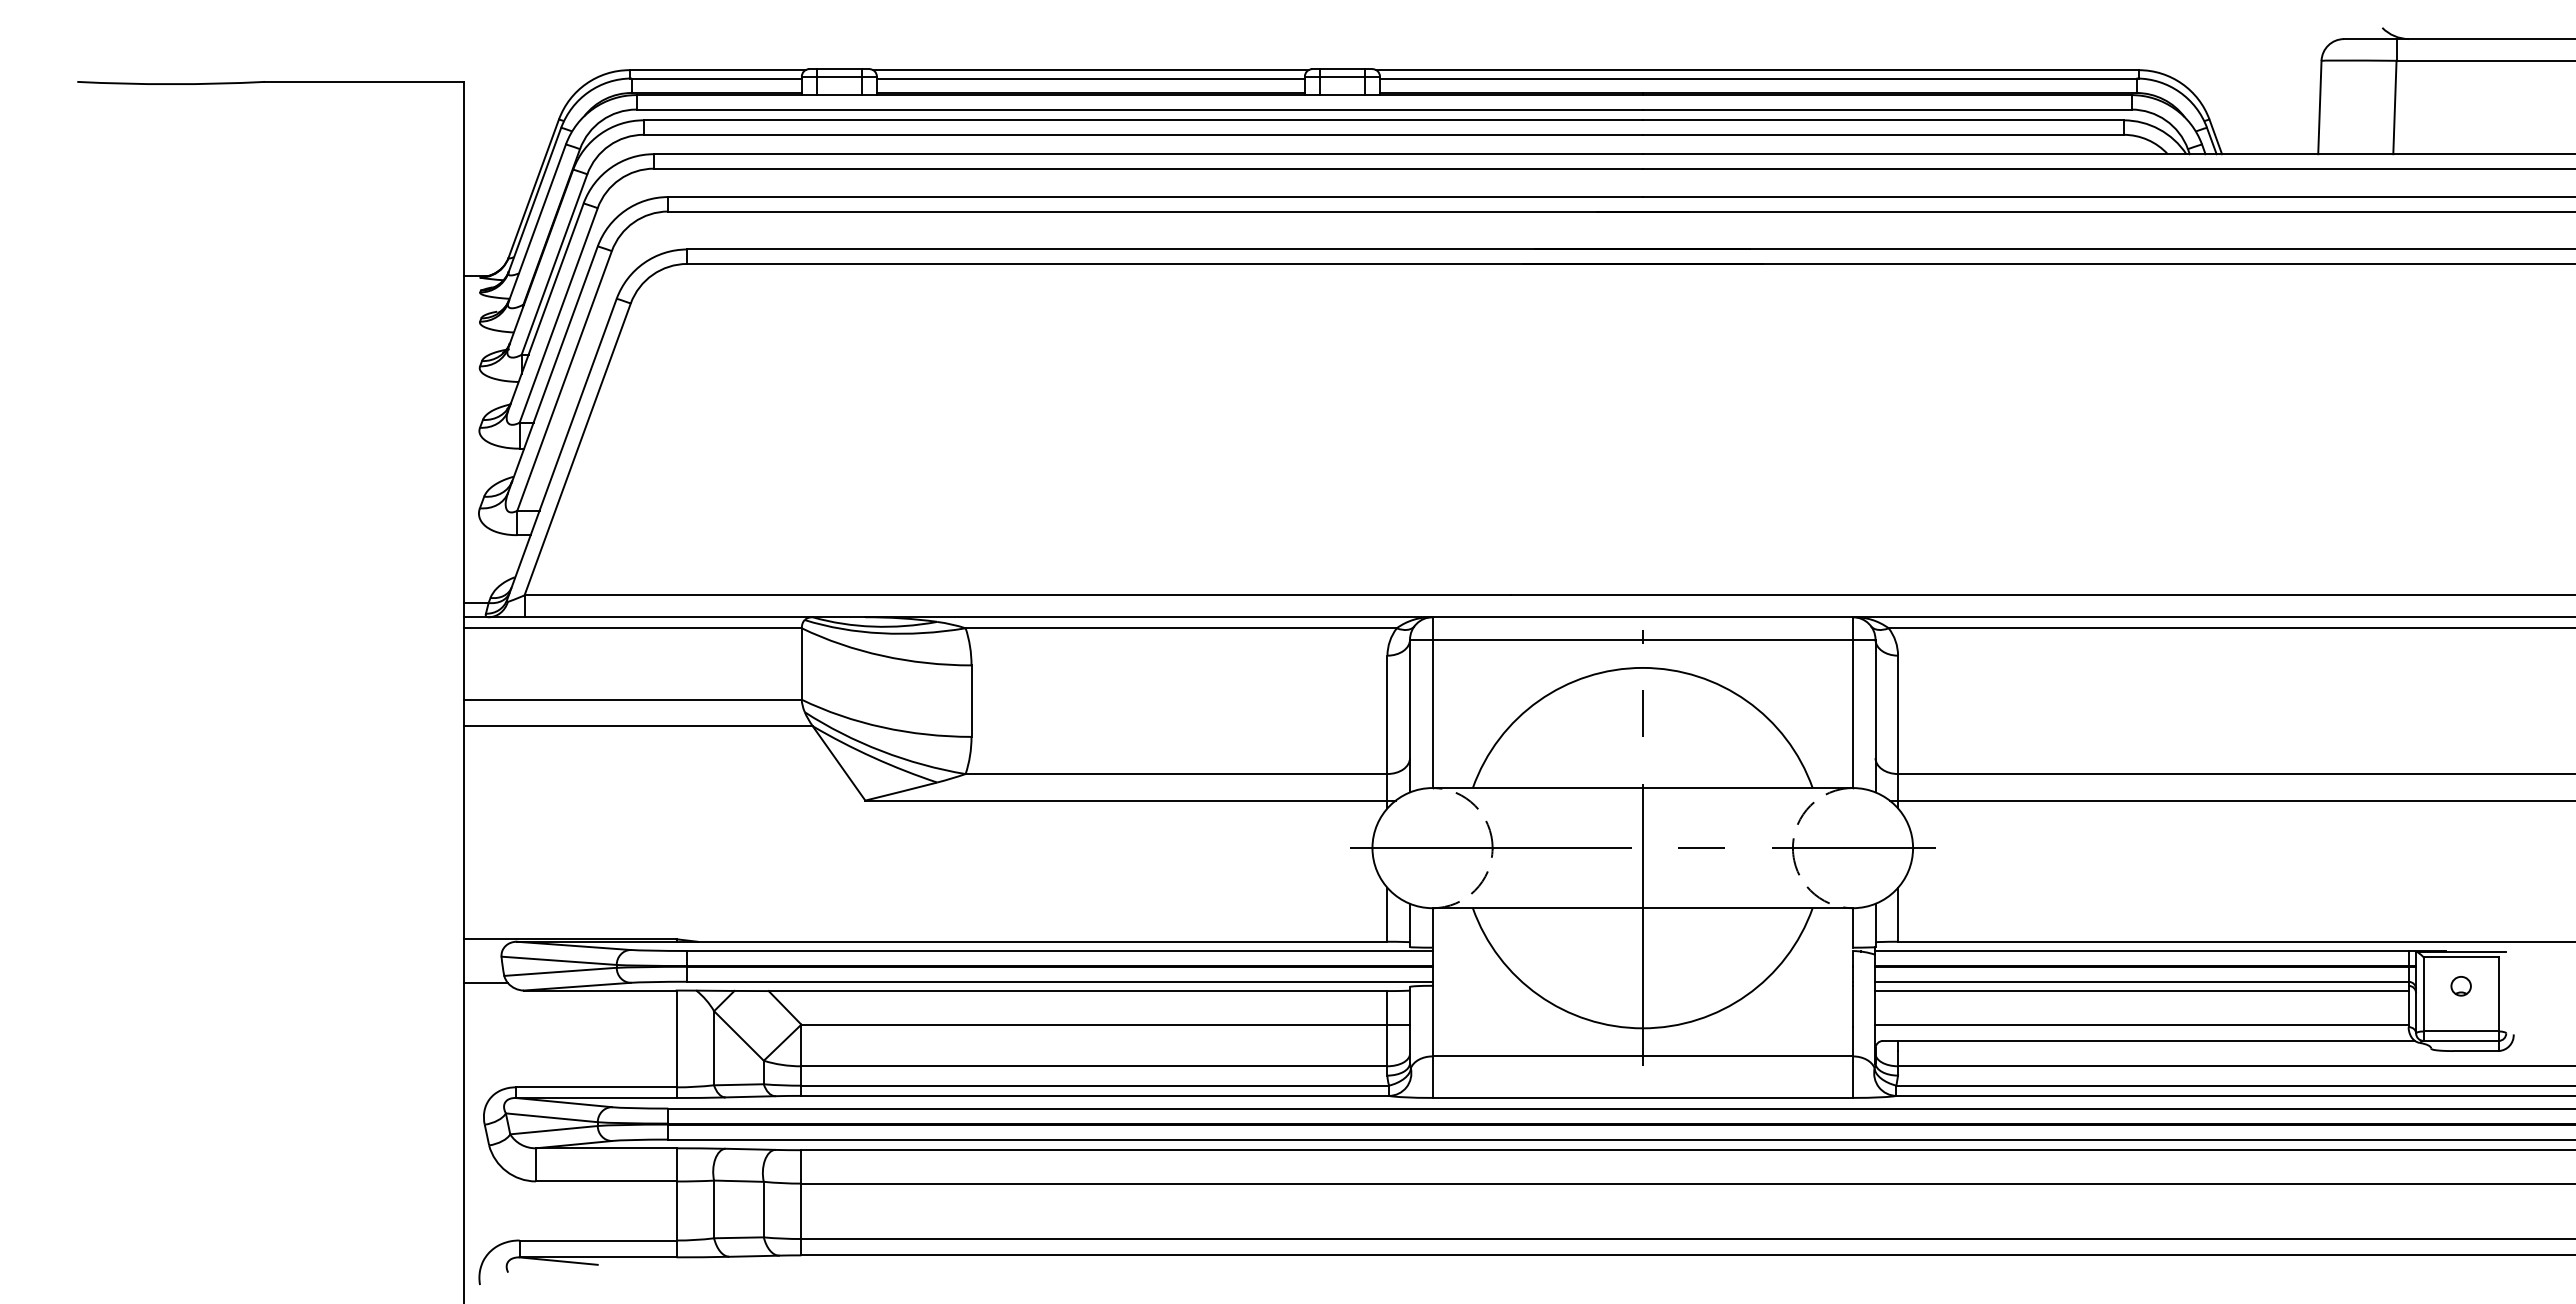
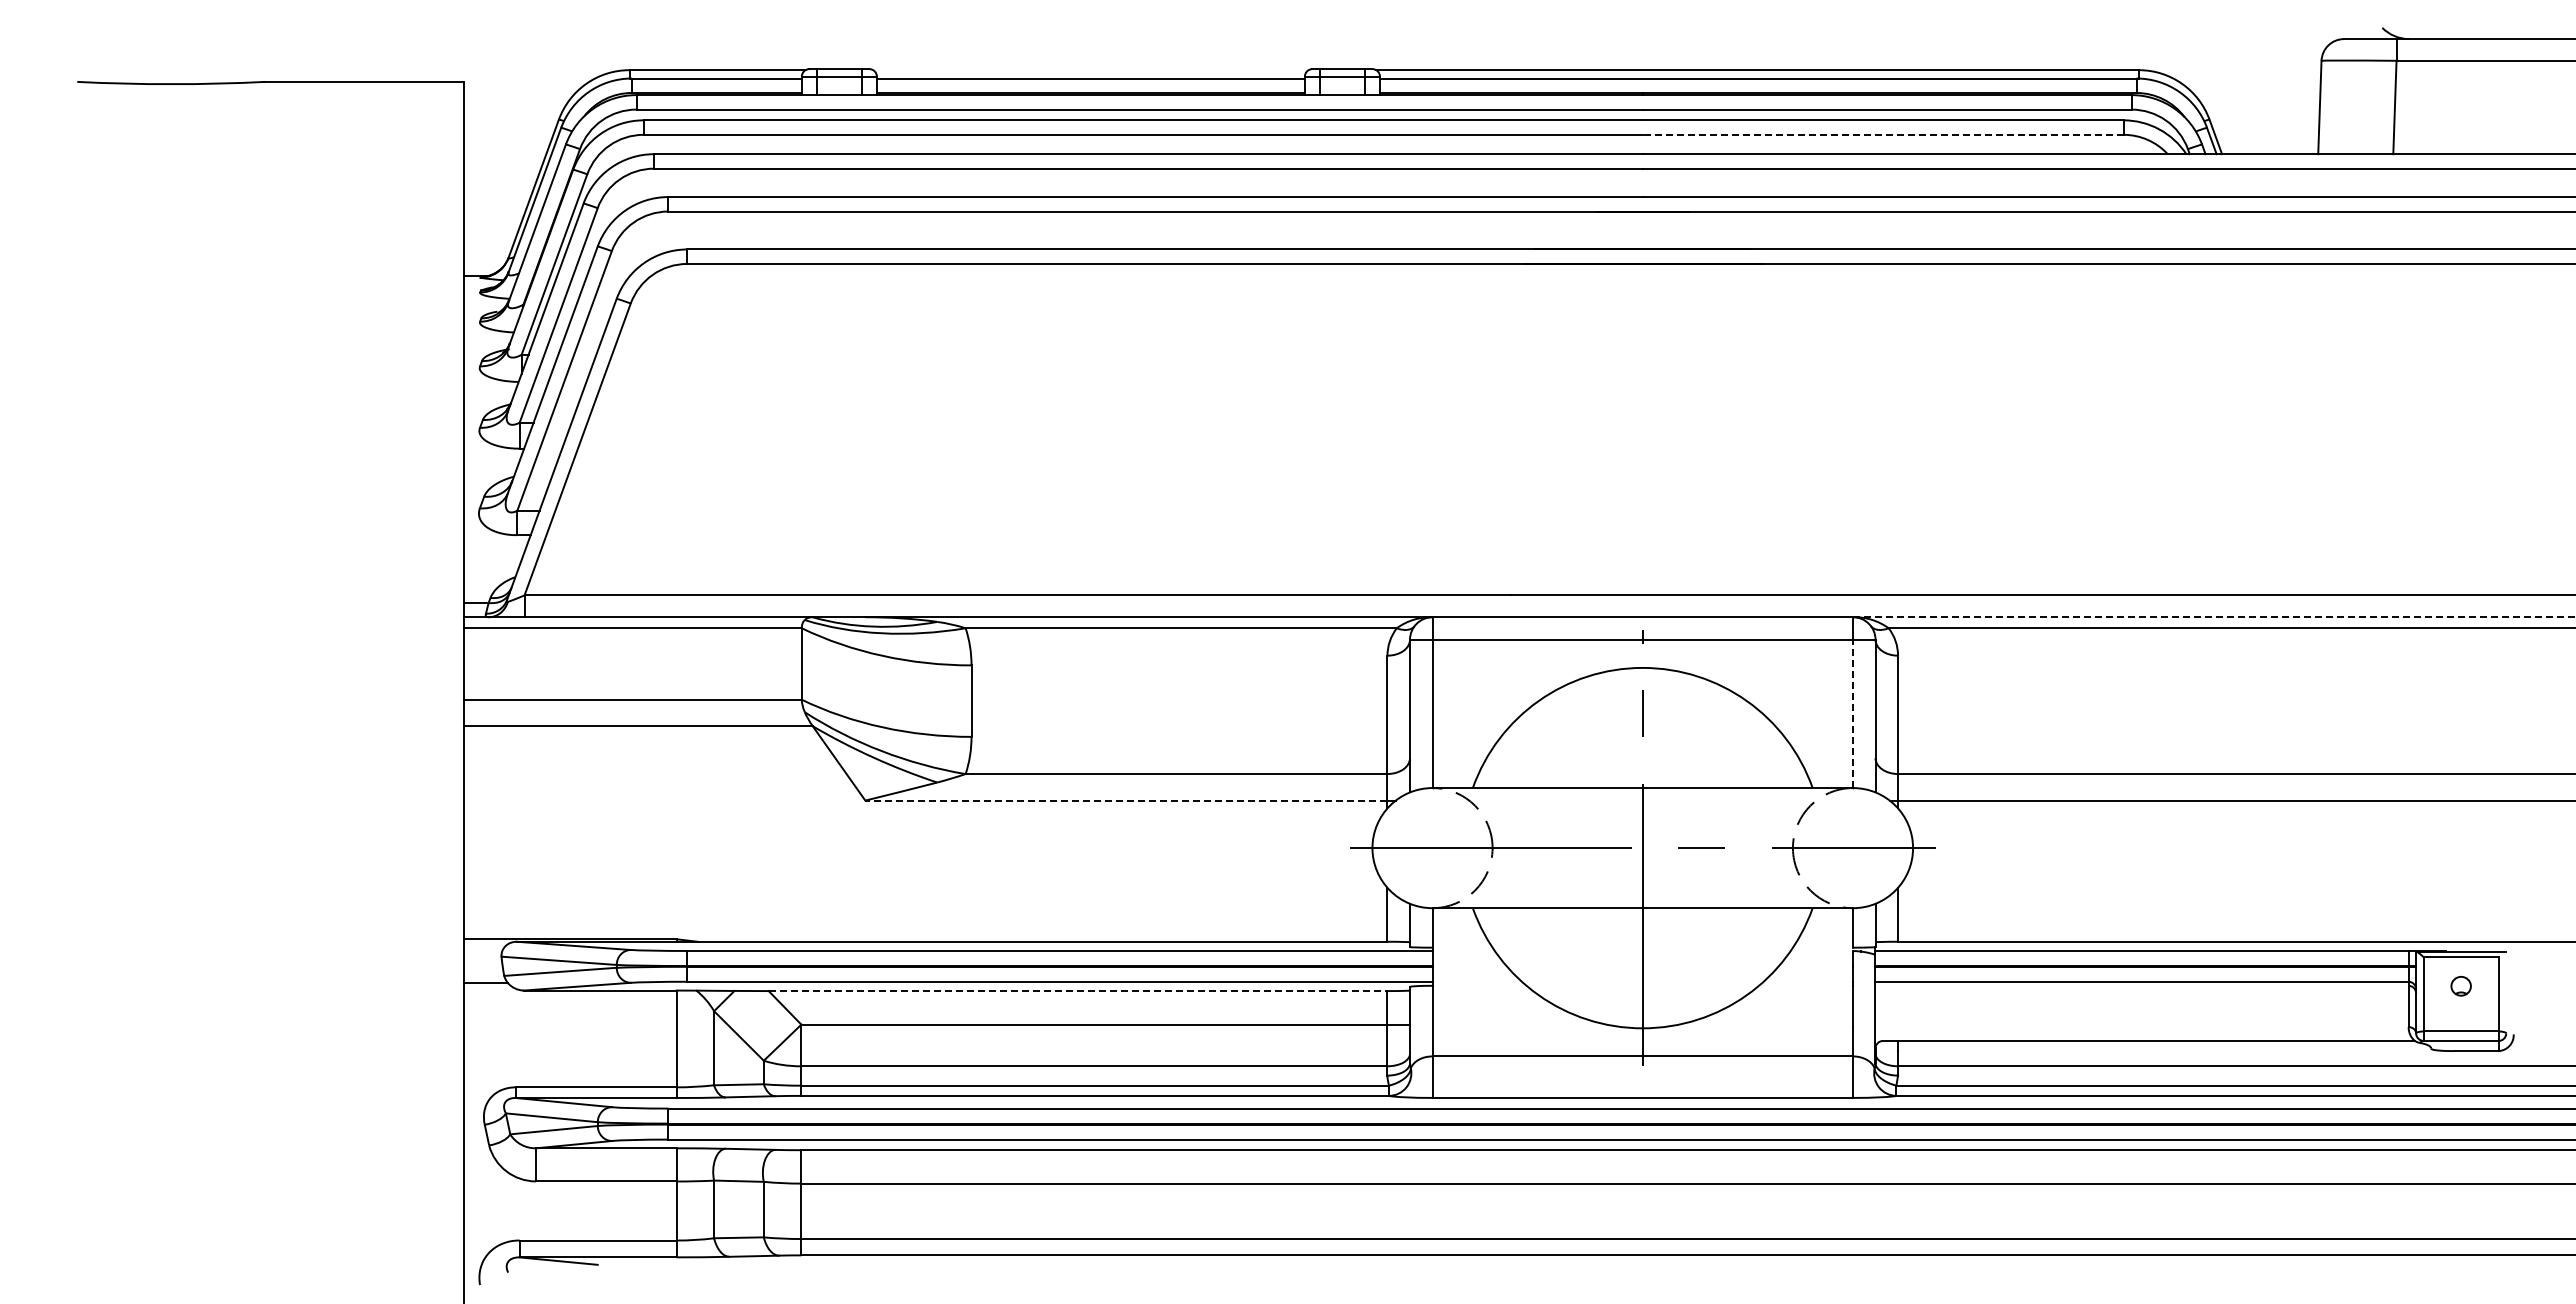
line at (1090, 70): present -> none
line at (1882, 134): solid -> dashed
line at (2214, 617): solid -> dashed
line at (1853, 713): solid -> dashed
line at (1125, 800): solid -> dashed
line at (1078, 991): solid -> dashed
line at (2141, 991): present -> none
line at (2141, 1024): present -> none
